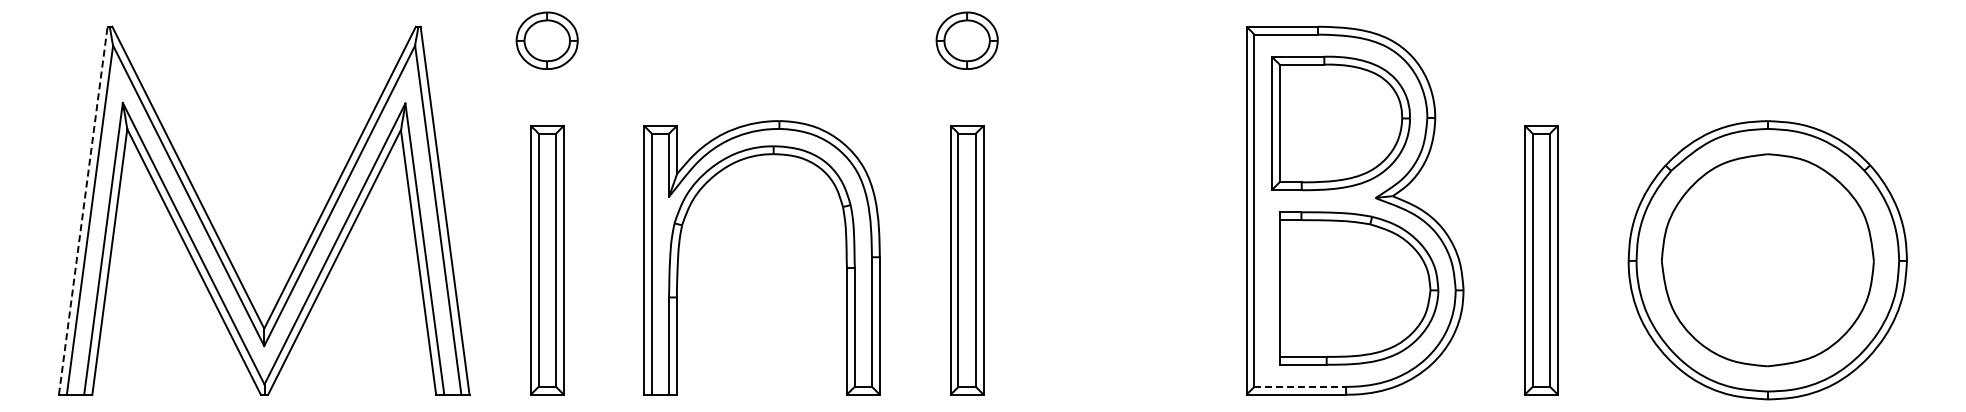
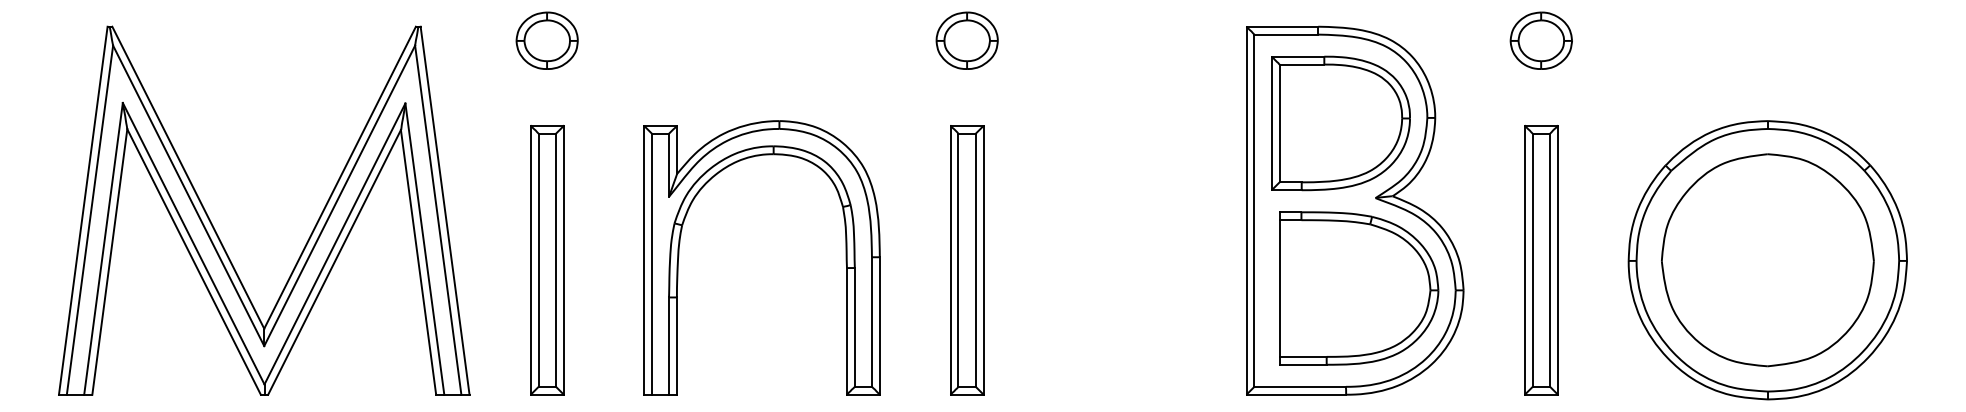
part at (1540, 40): none -> present
line at (83, 210): dashed -> solid
line at (1300, 386): dashed -> solid
